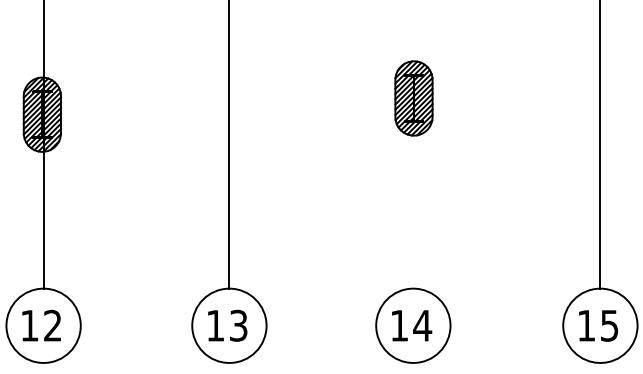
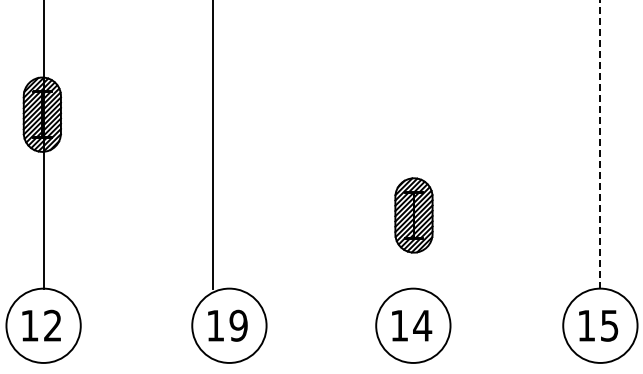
part at (413, 98) position: (413, 98) -> (413, 215)
line at (600, 144): solid -> dashed
line at (229, 145) position: (229, 145) -> (213, 145)
text at (238, 325): 13 -> 19
